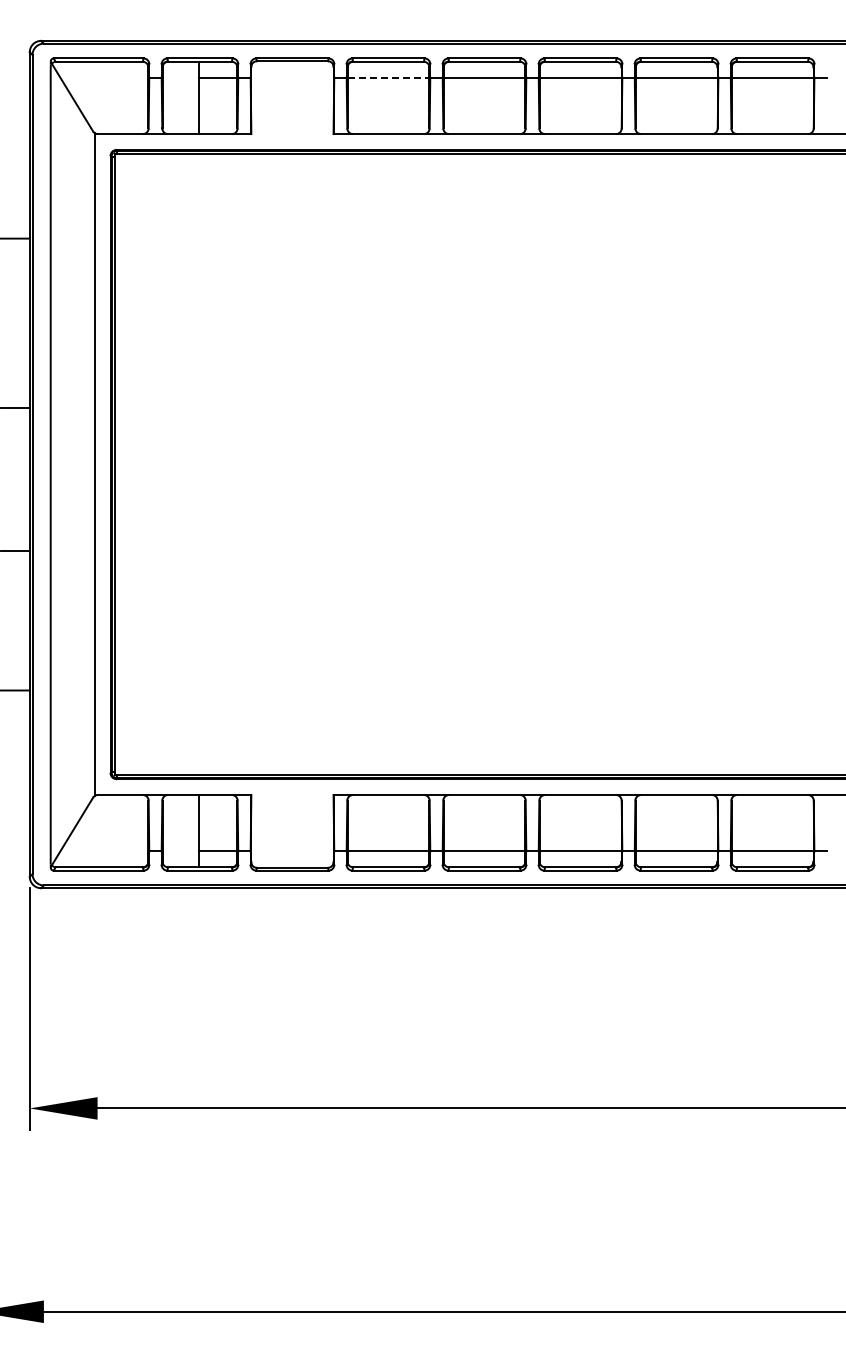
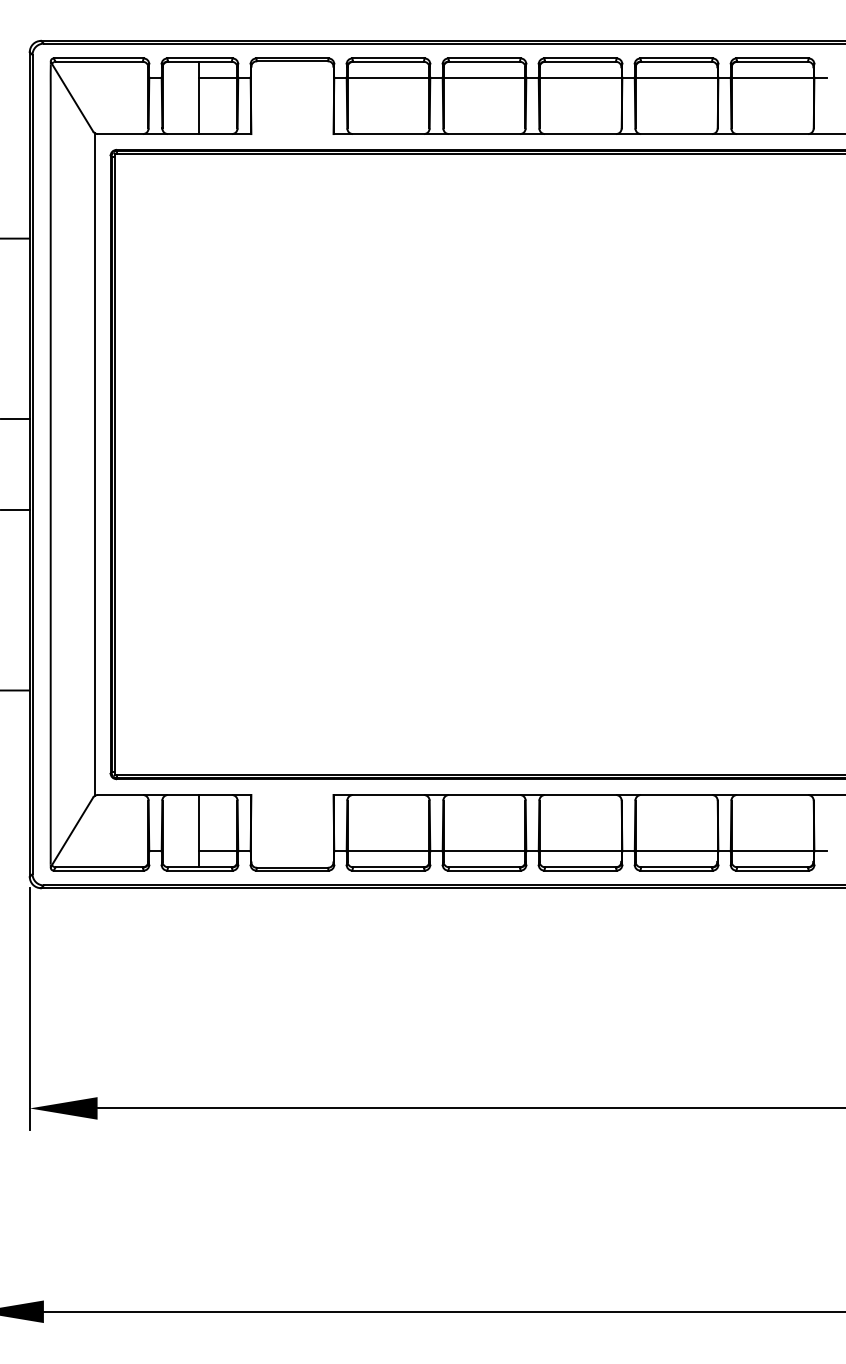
line at (388, 77): dashed -> solid
line at (15, 408) position: (15, 408) -> (15, 419)
line at (15, 550) position: (15, 550) -> (15, 509)
